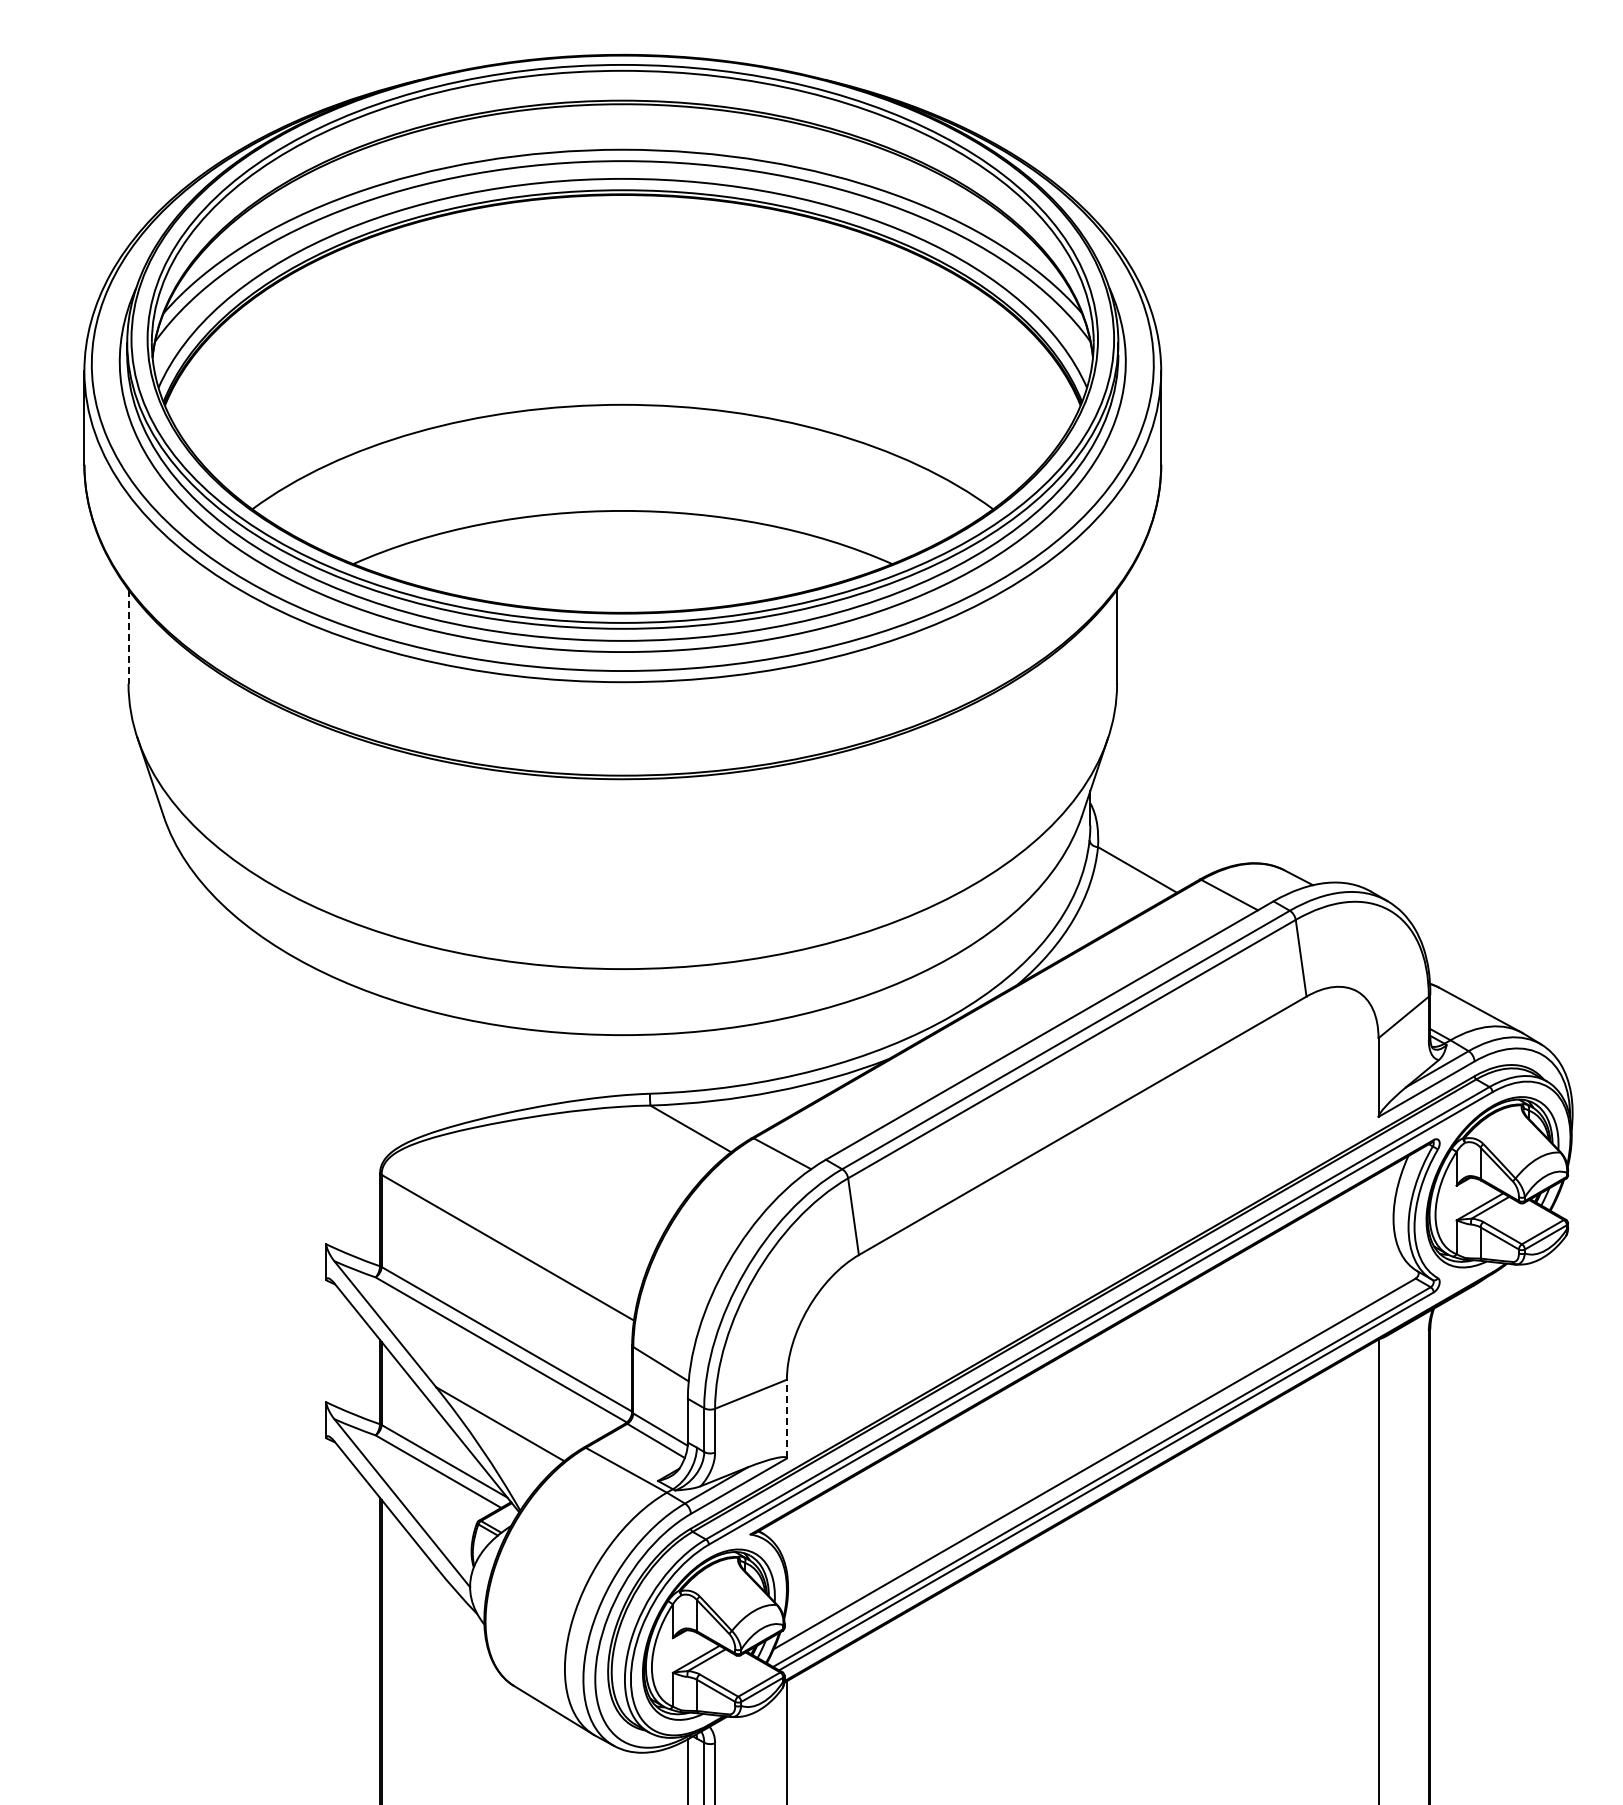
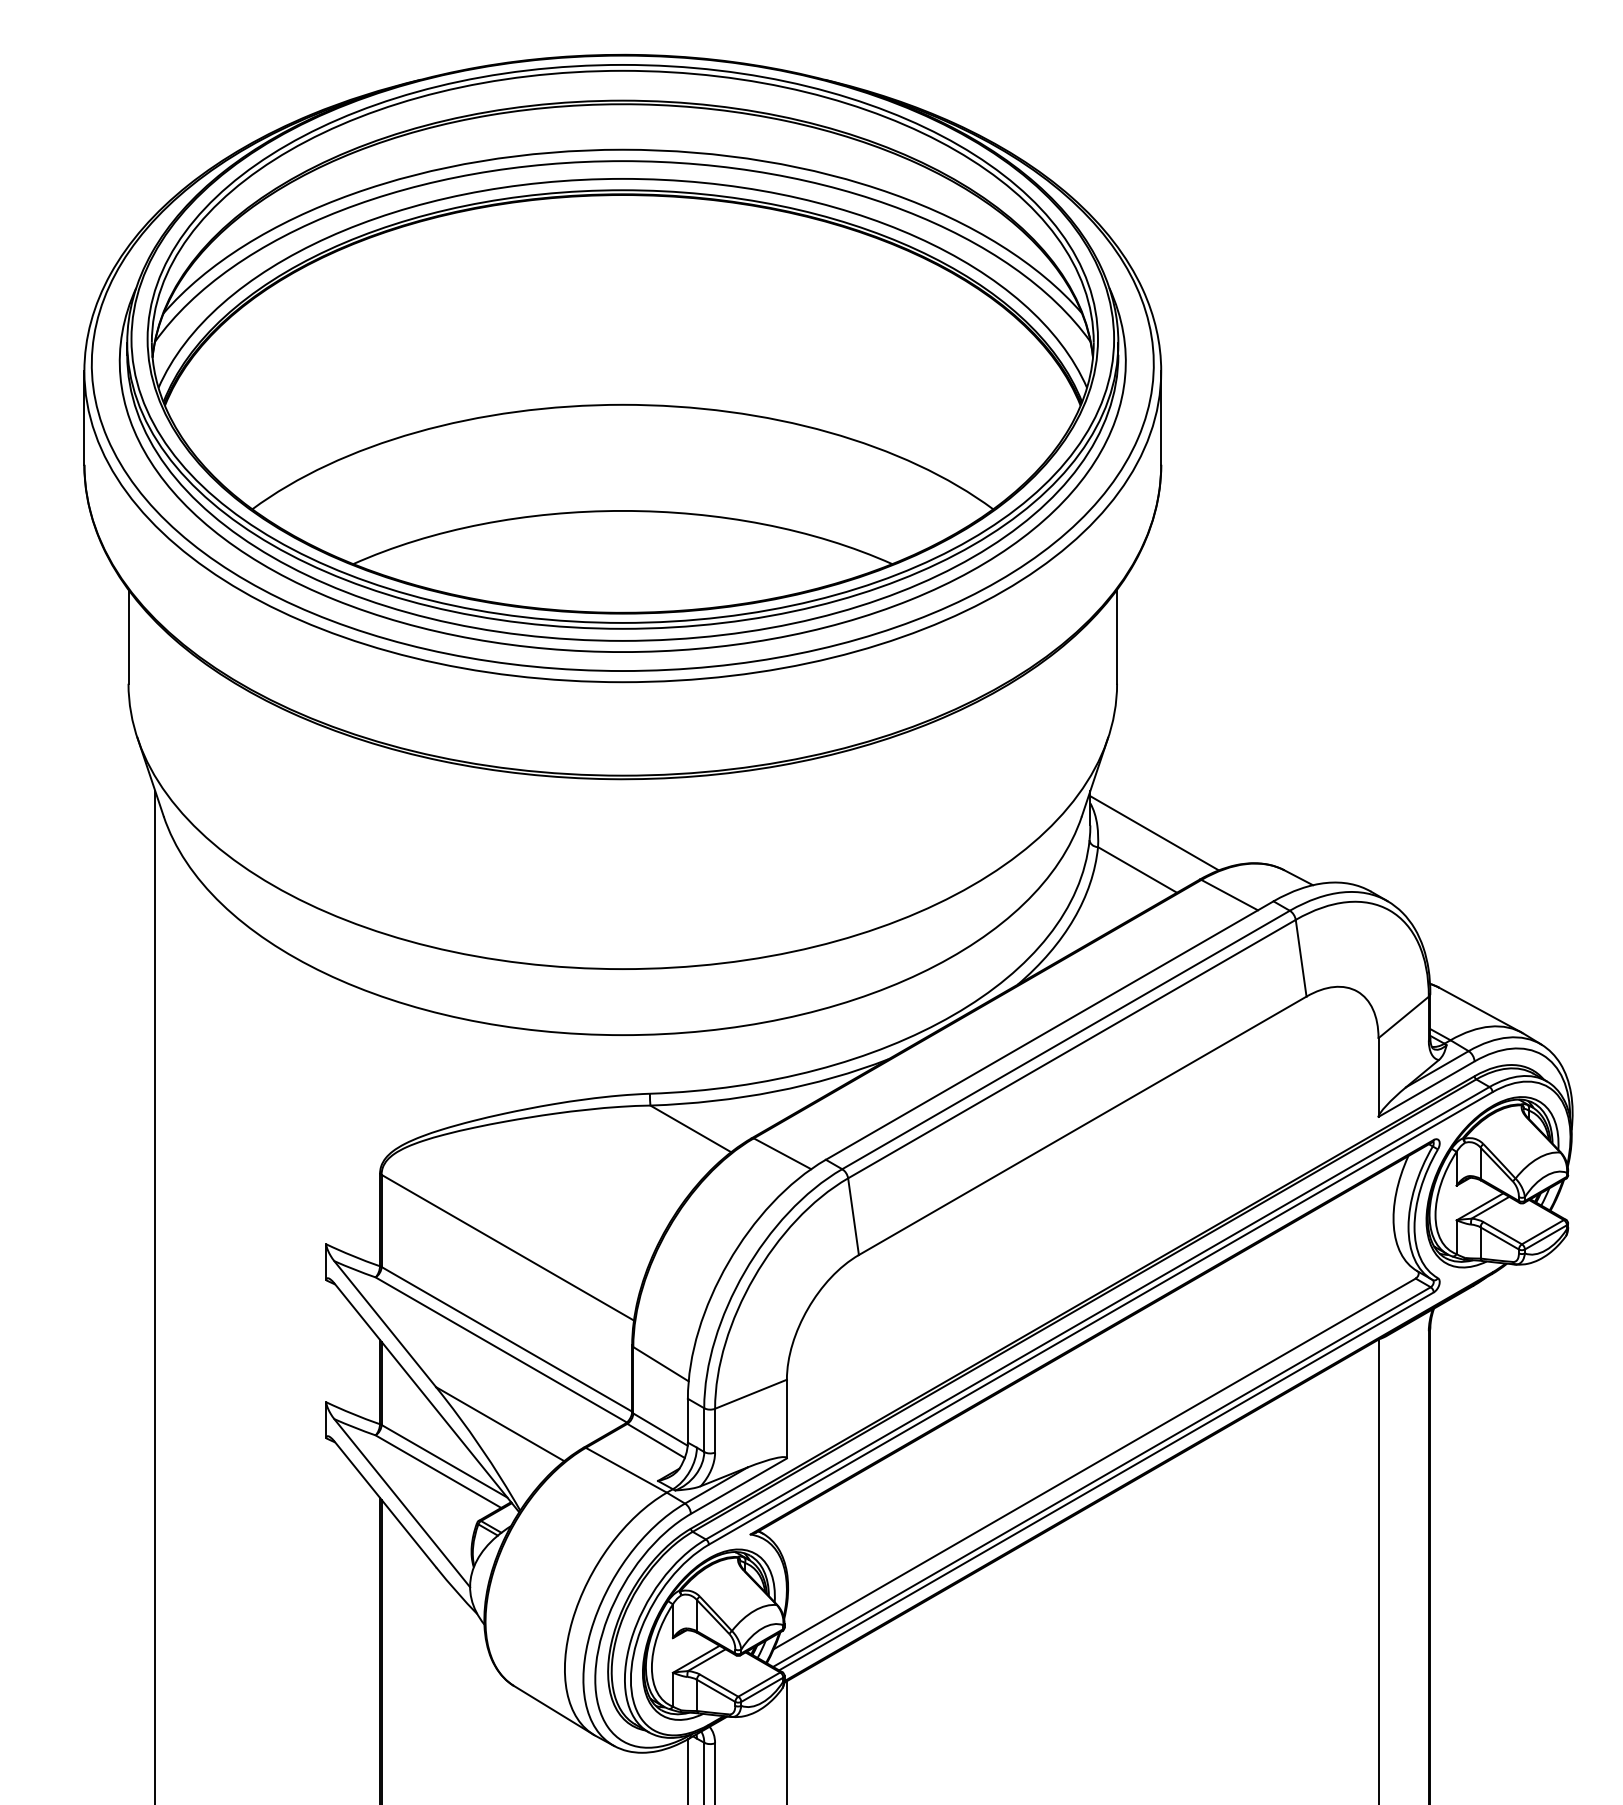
line at (128, 636): dashed -> solid
line at (1154, 833): none -> present
line at (155, 1296): none -> present
line at (786, 1418): dashed -> solid
